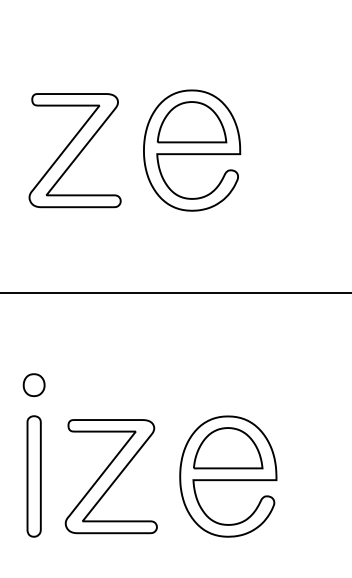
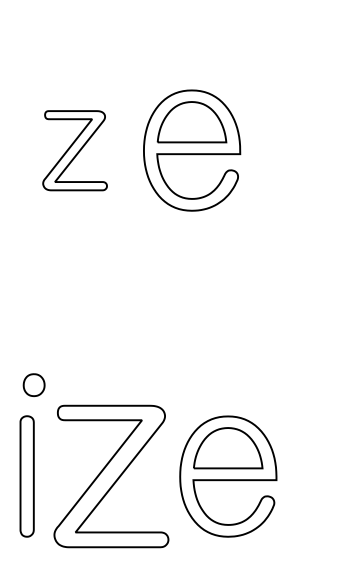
part at (74, 150) size: 94x116 px -> 66x82 px
line at (175, 292): present -> none
part at (33, 476) position: (33, 476) -> (26, 476)
part at (110, 476) size: 94x116 px -> 117x145 px
